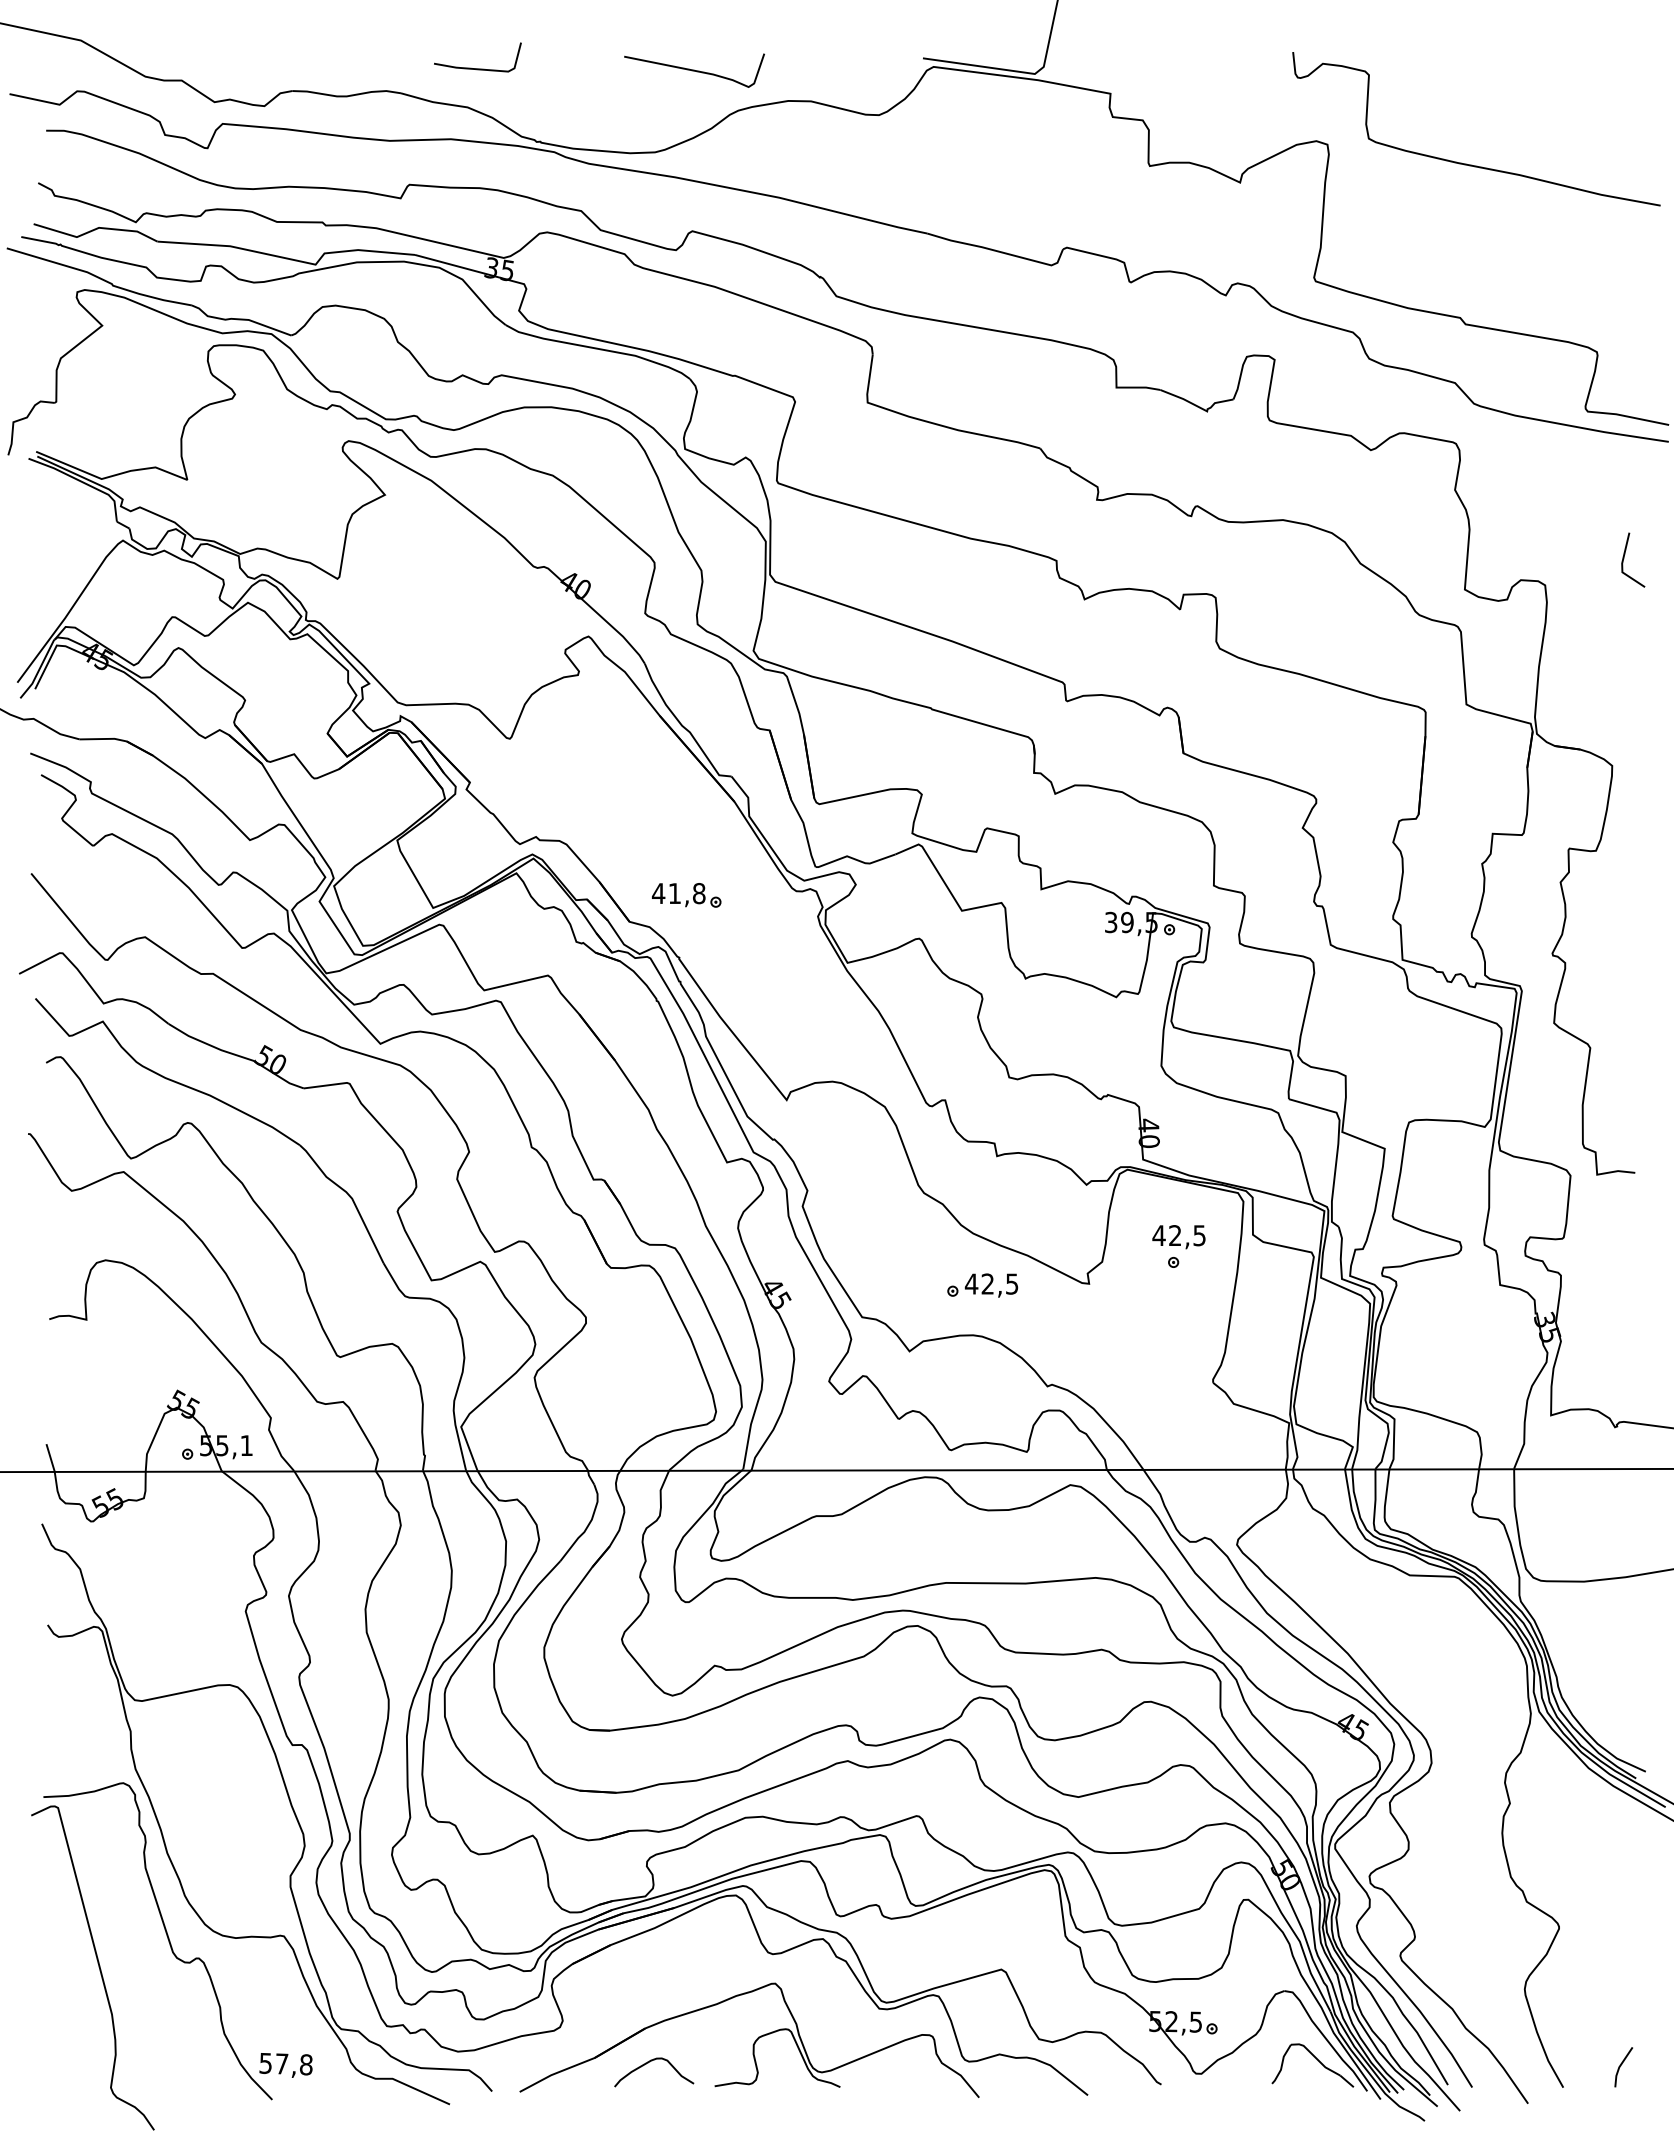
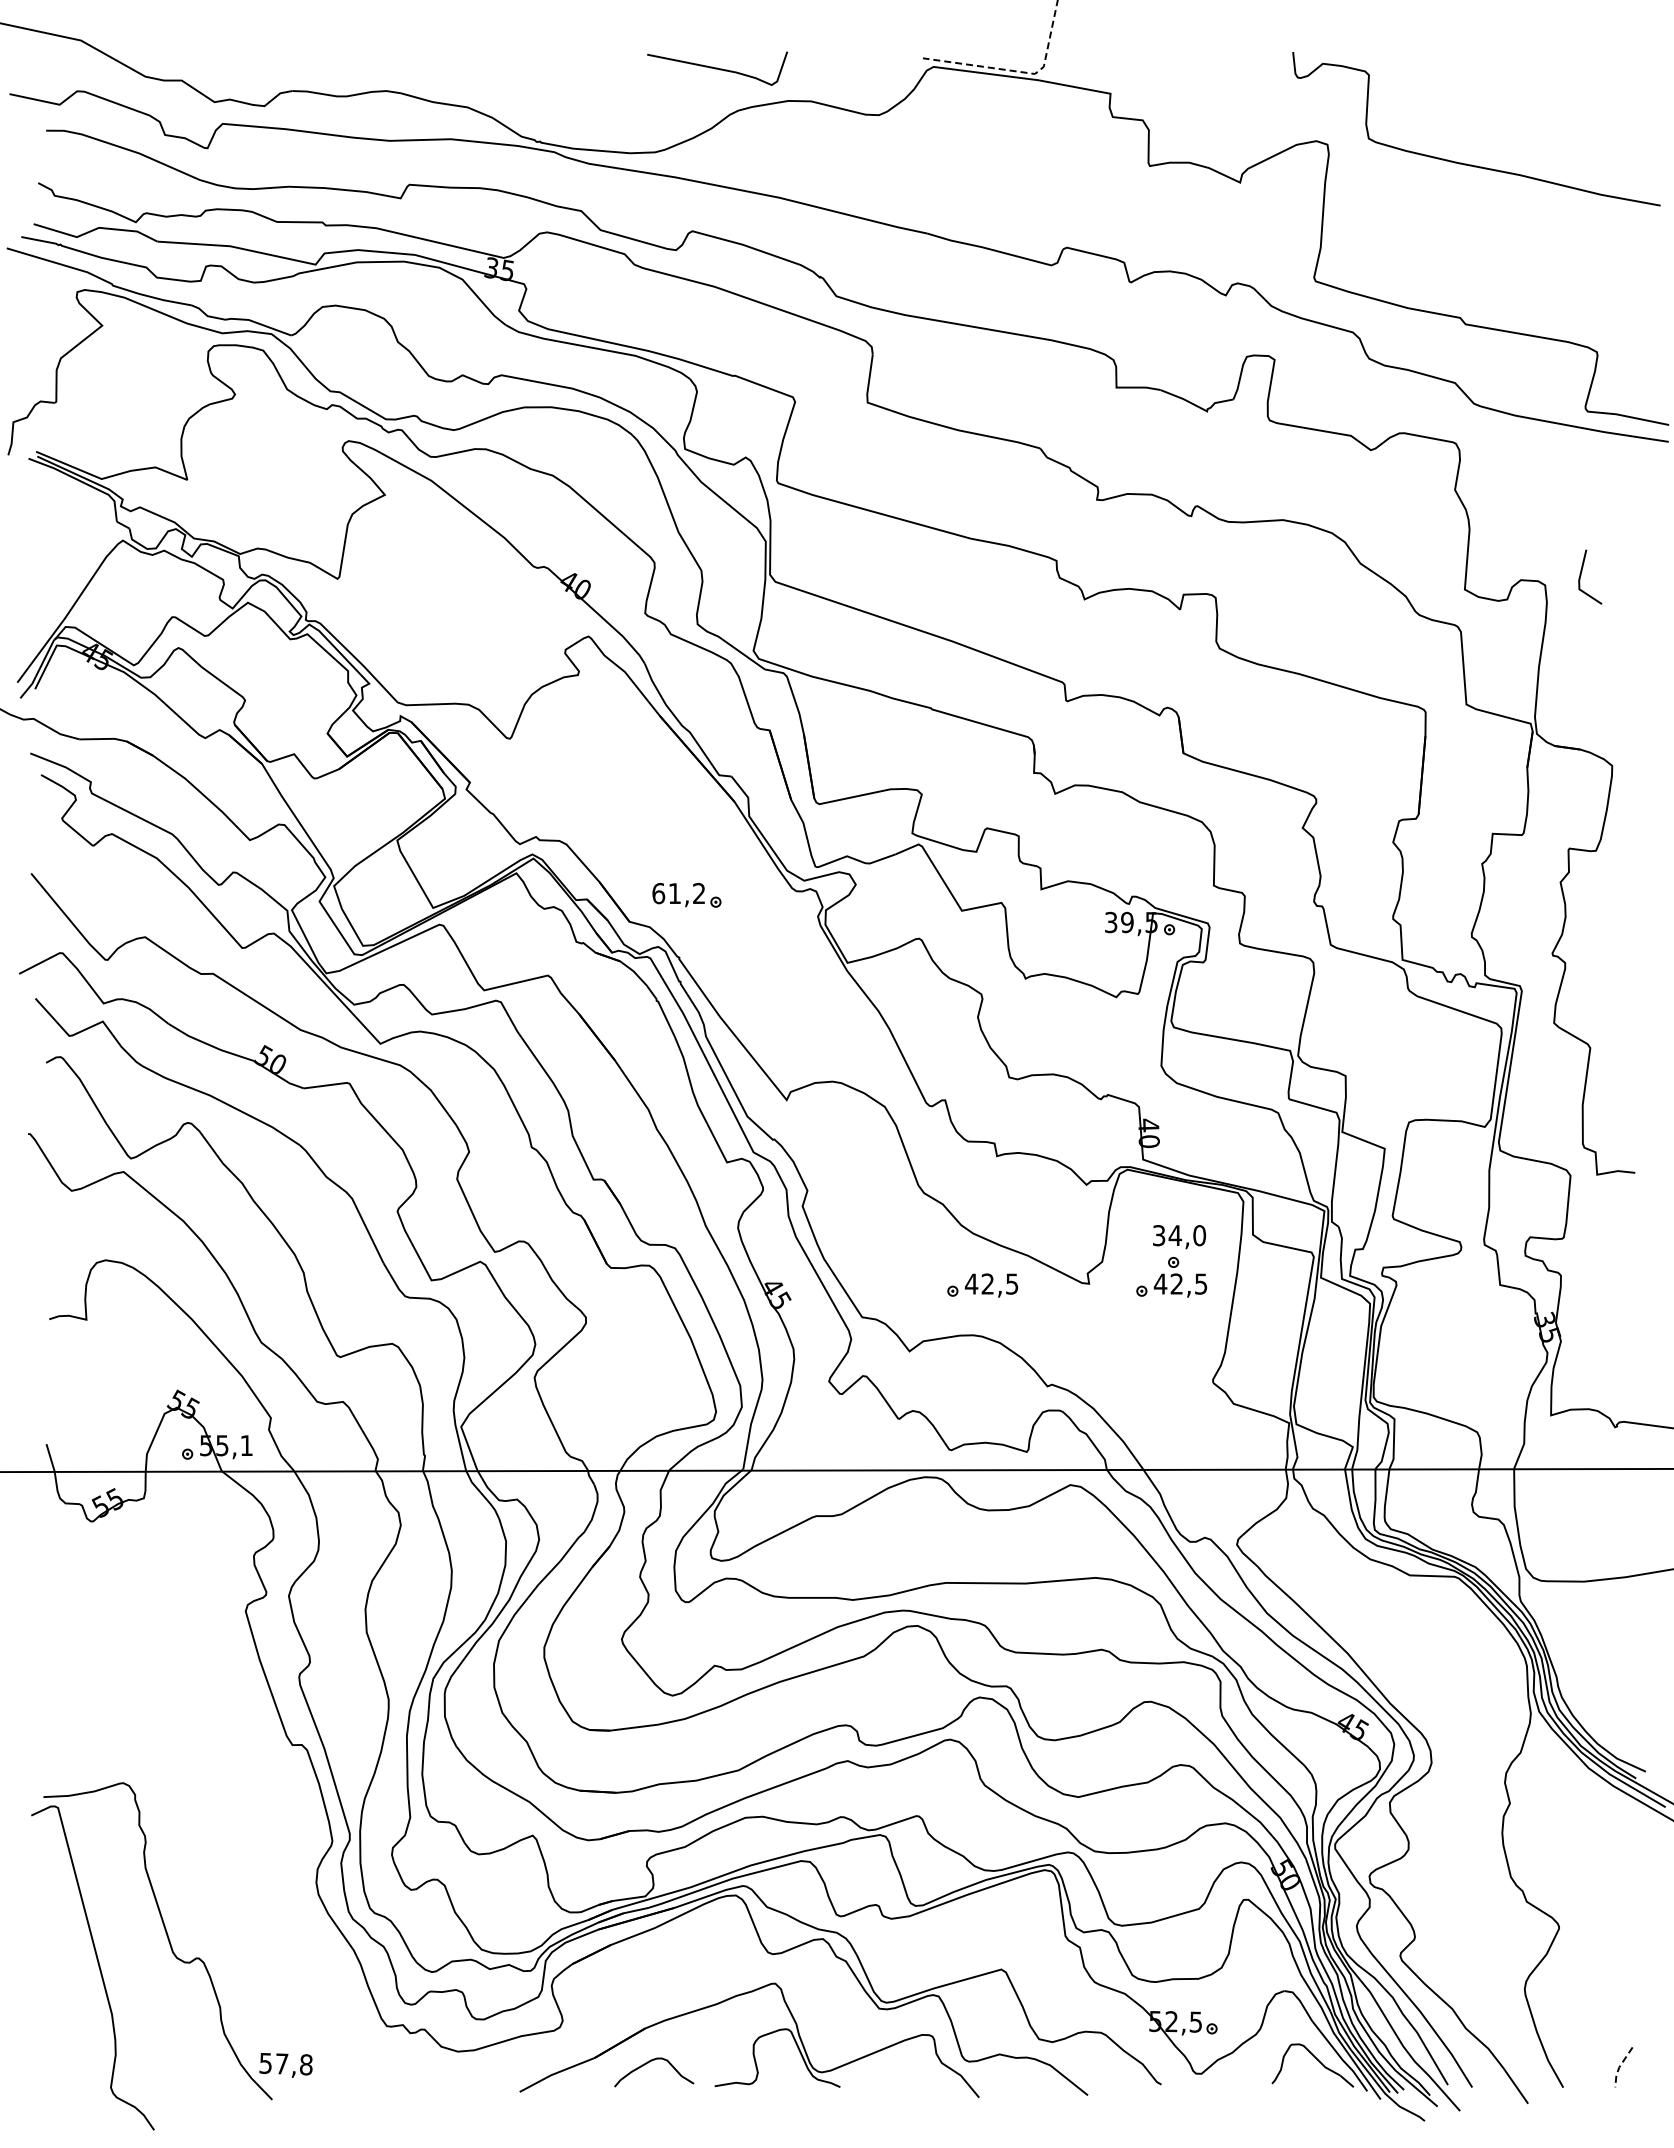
line at (477, 68): present -> none
curve at (694, 70) position: (694, 70) -> (717, 68)
line at (1019, 71): solid -> dashed
line at (1624, 558) position: (1624, 558) -> (1581, 575)
text at (678, 893): 41,8 -> 61,2
text at (1179, 1235): 42,5 -> 34,0
part at (1171, 1285): none -> present
part at (290, 1805): present -> none
line at (1619, 2066): solid -> dashed
